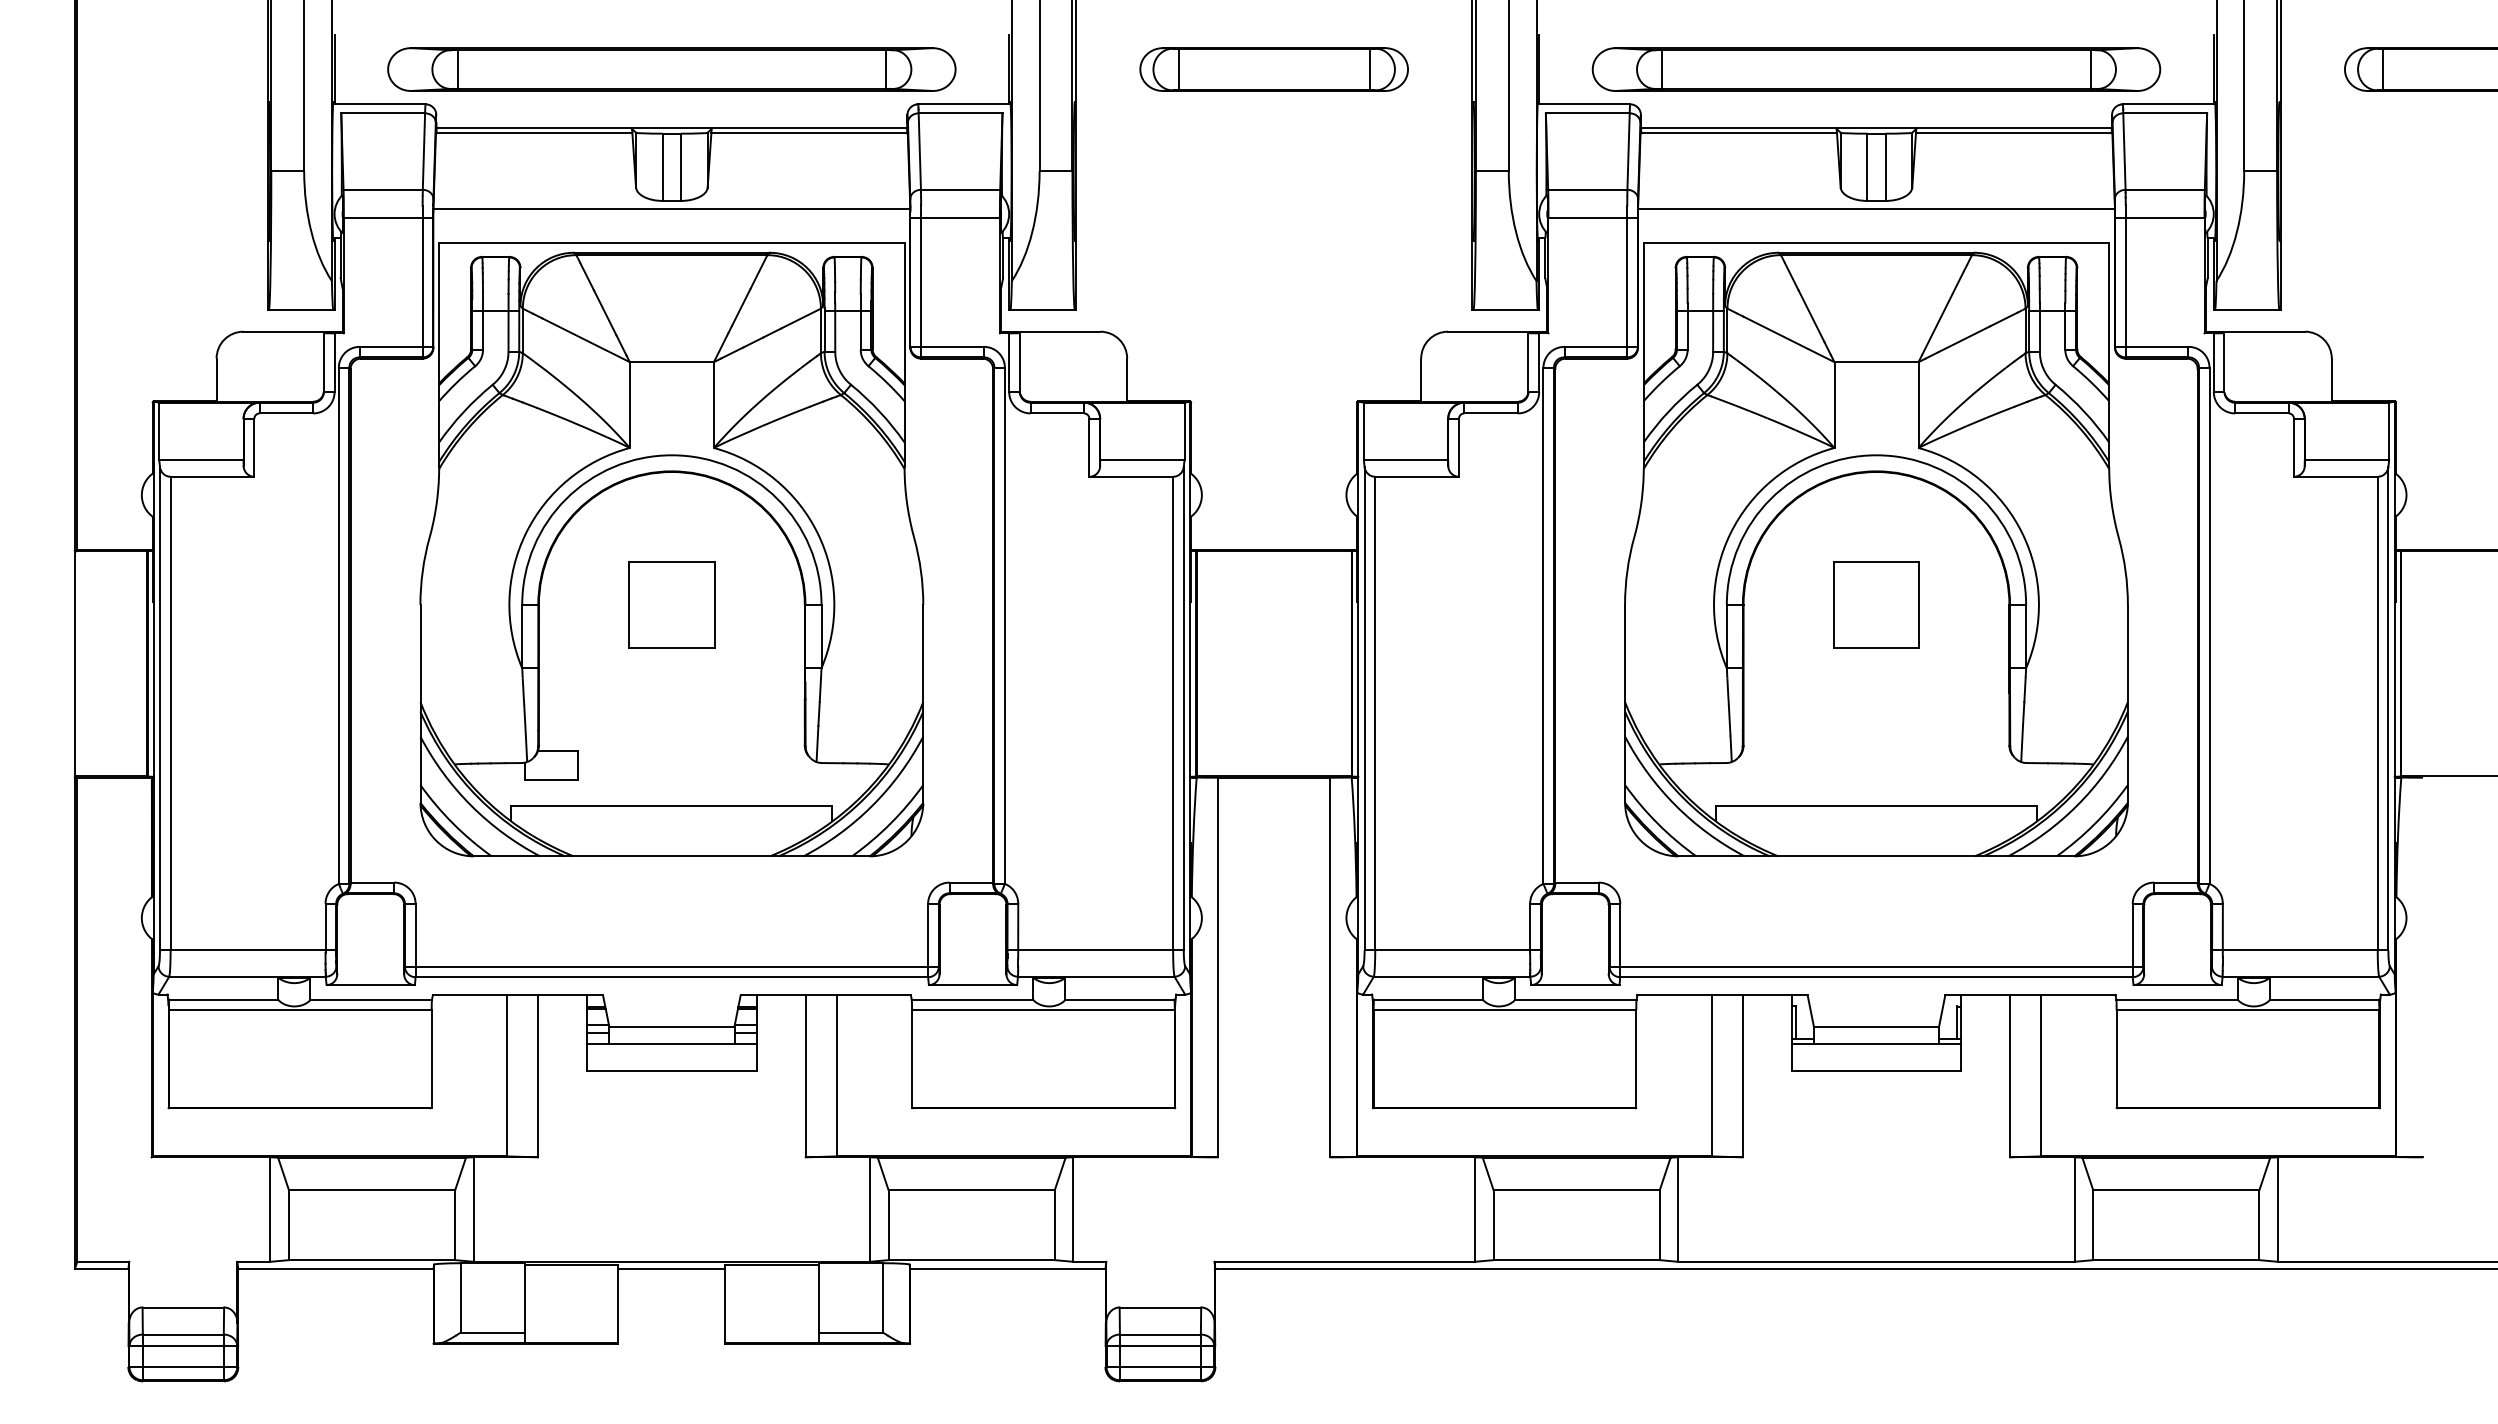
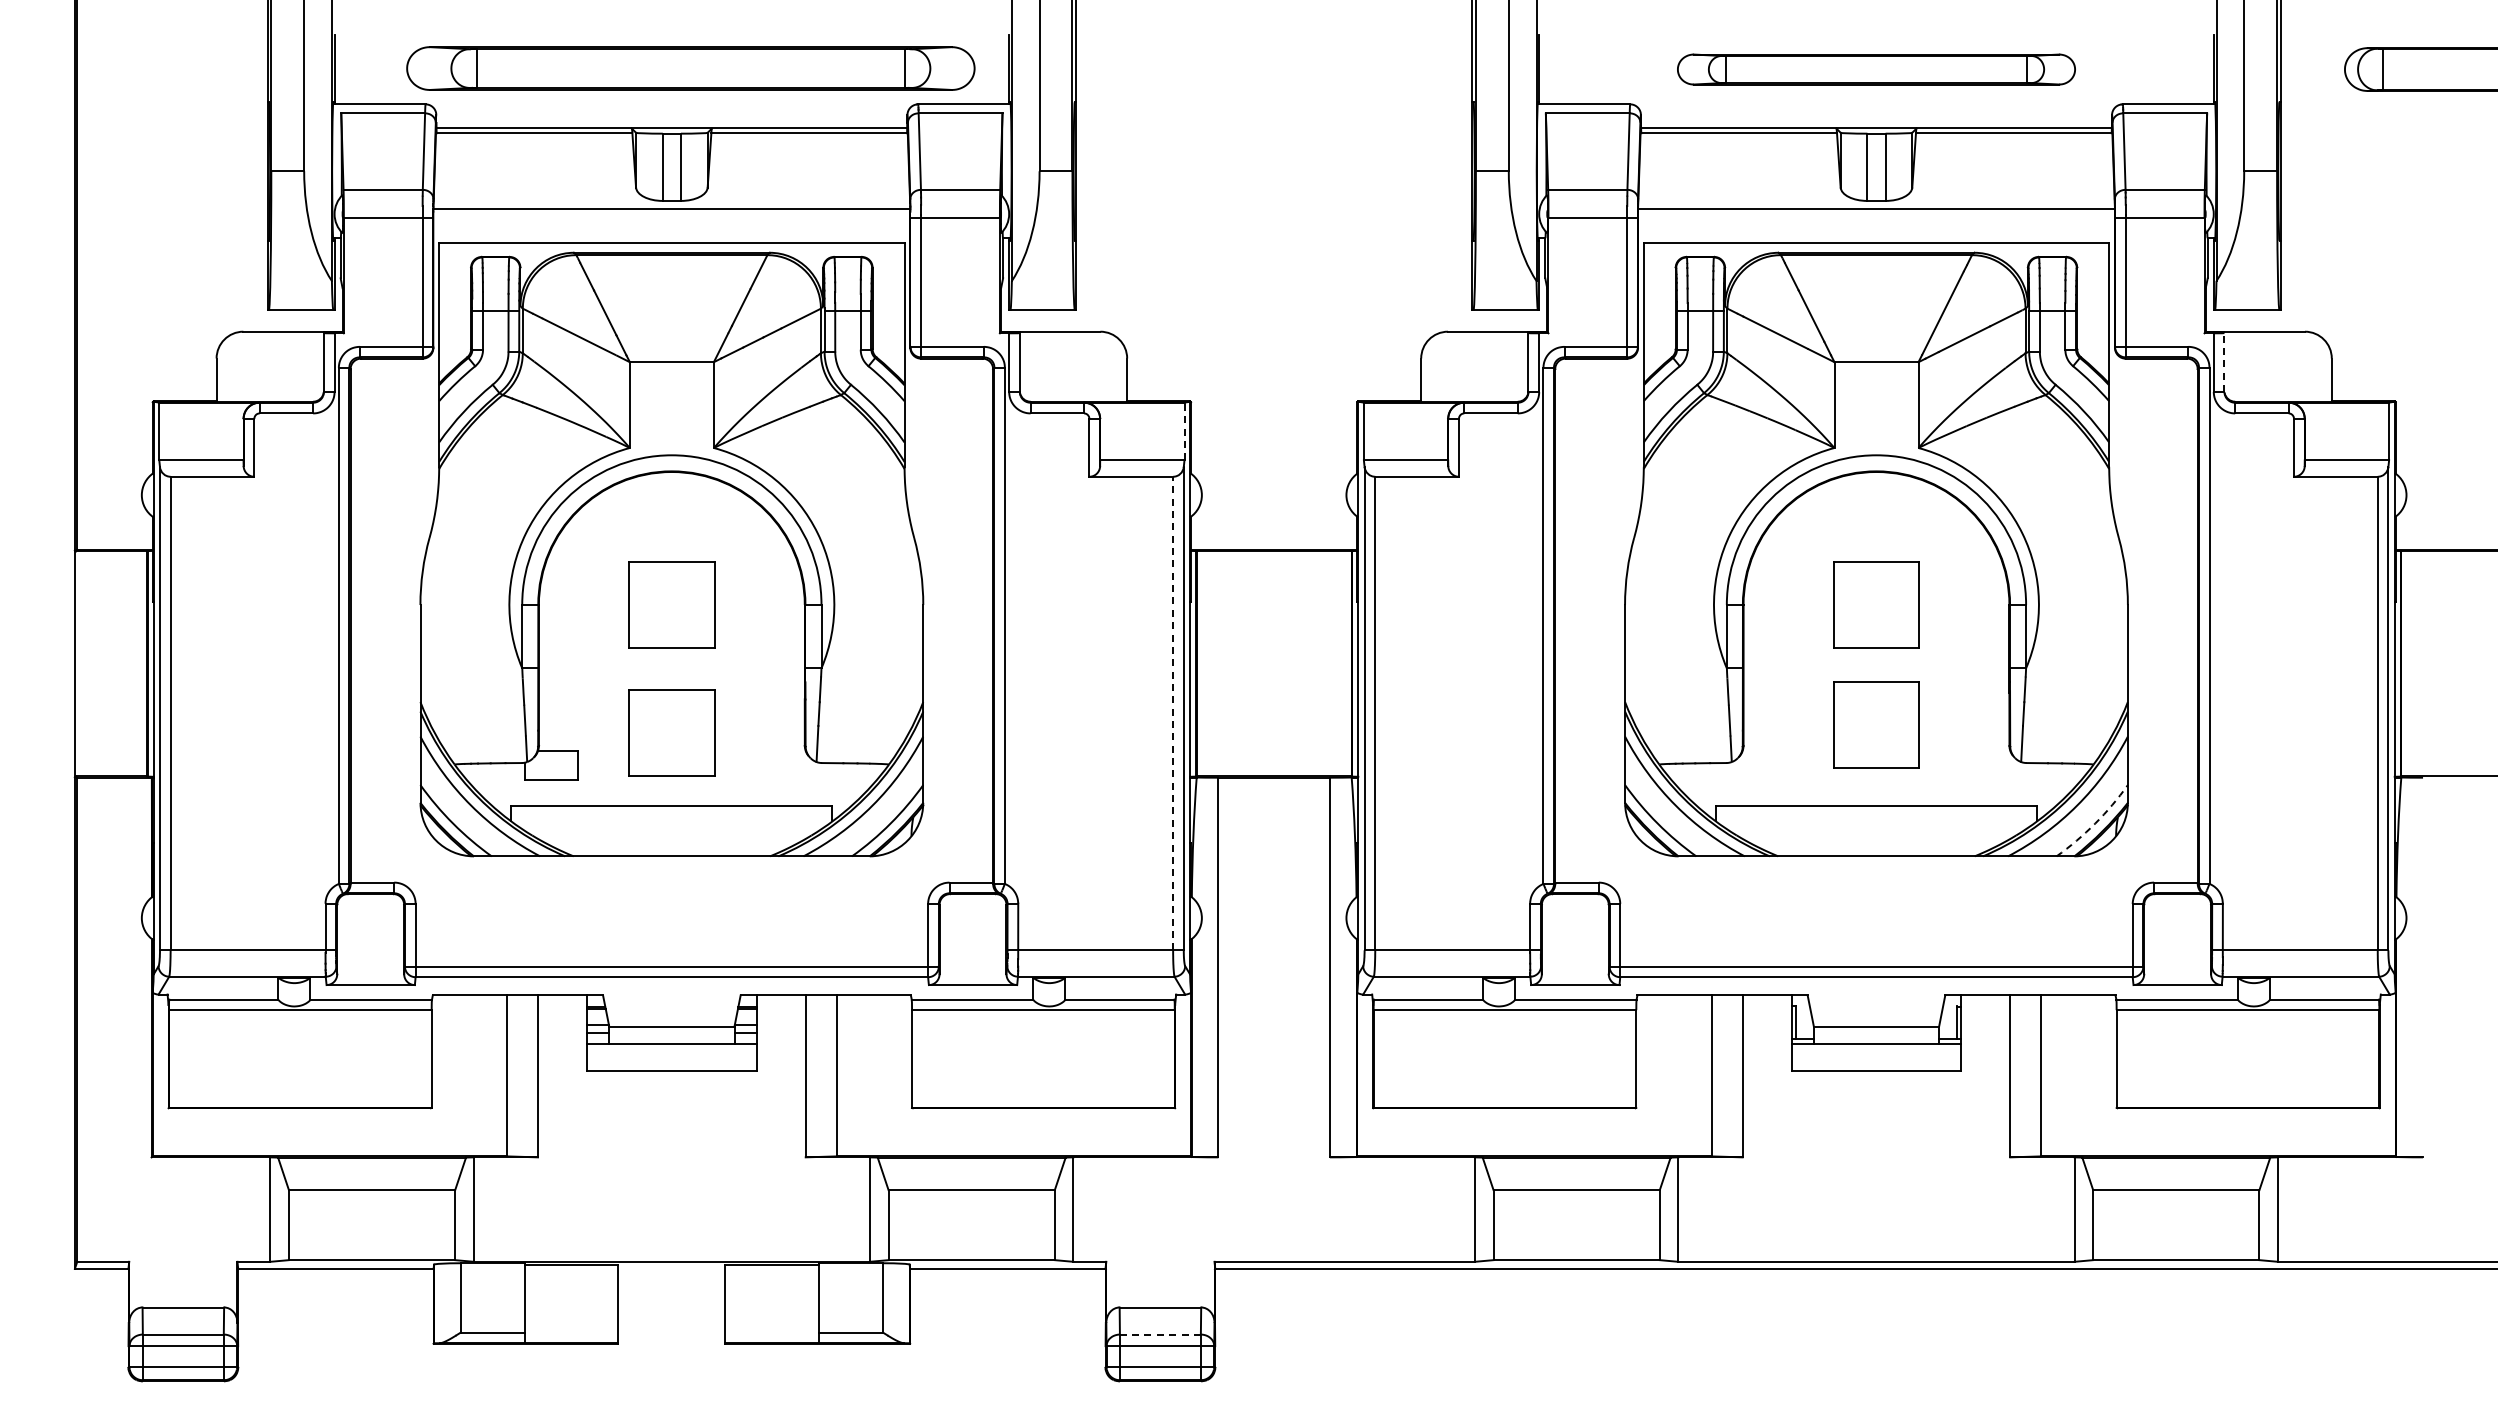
part at (671, 69) position: (671, 69) -> (690, 68)
part at (1273, 69): present -> none
part at (1876, 69) size: 571x45 px -> 399x33 px
line at (2224, 362): solid -> dashed
line at (1184, 431): solid -> dashed
line at (1173, 713): solid -> dashed
part at (1876, 724): none -> present
part at (671, 732): none -> present
arc at (2095, 823): solid -> dashed
line at (671, 1268): present -> none
line at (1159, 1334): solid -> dashed
